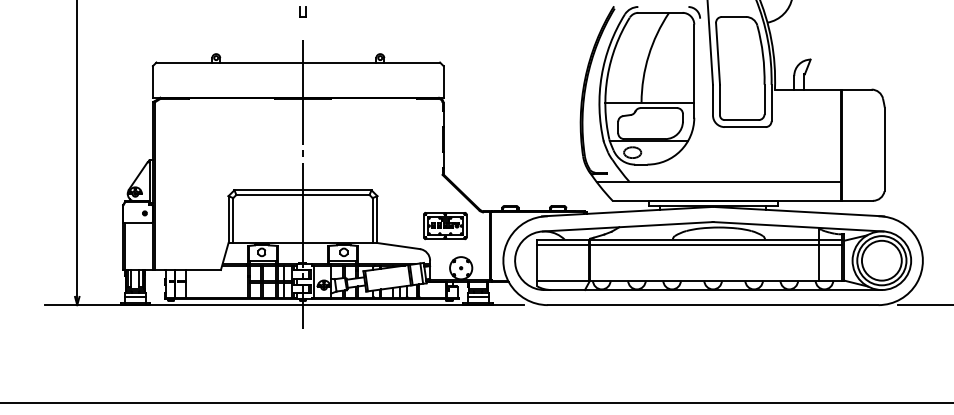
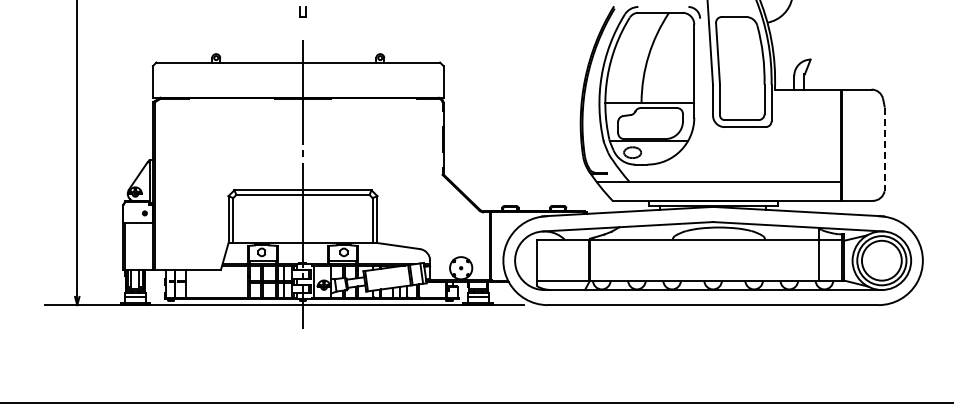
line at (884, 149): solid -> dashed
part at (445, 226): present -> none
line at (689, 245): present -> none
line at (924, 305): present -> none
